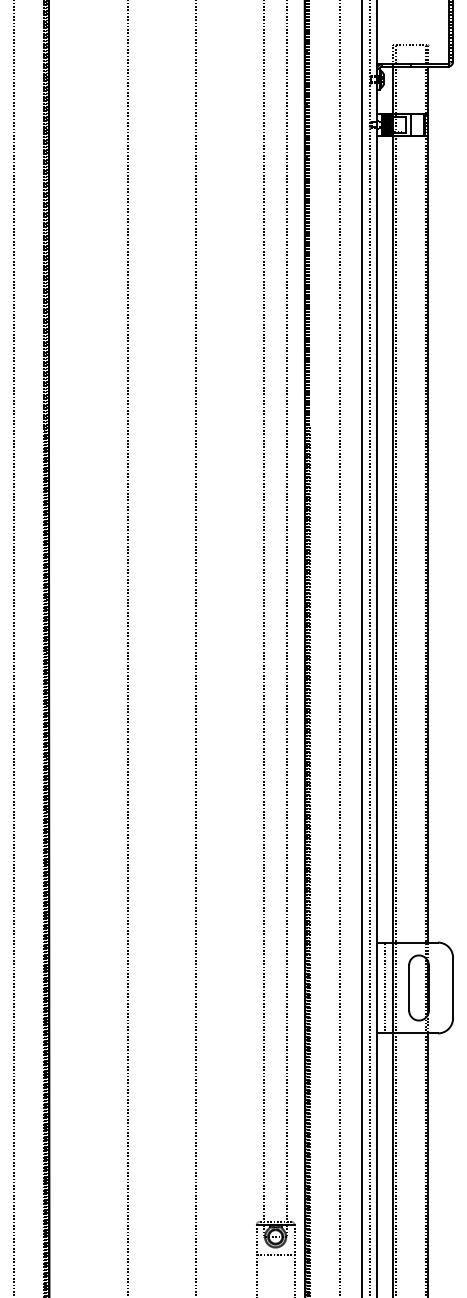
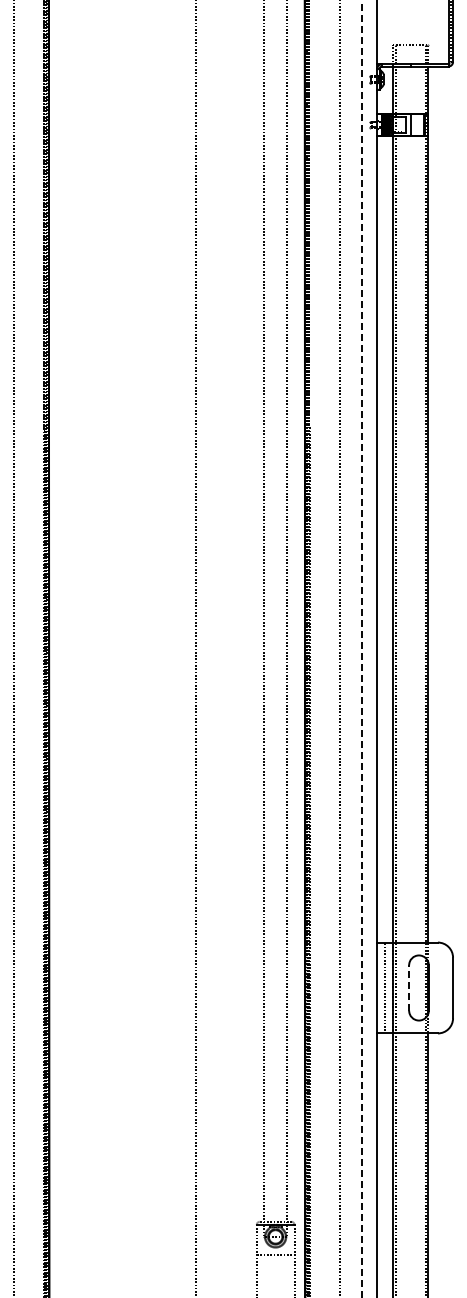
line at (128, 648): present -> none
line at (369, 648): present -> none
line at (362, 649): solid -> dashed
line at (409, 988): solid -> dashed
